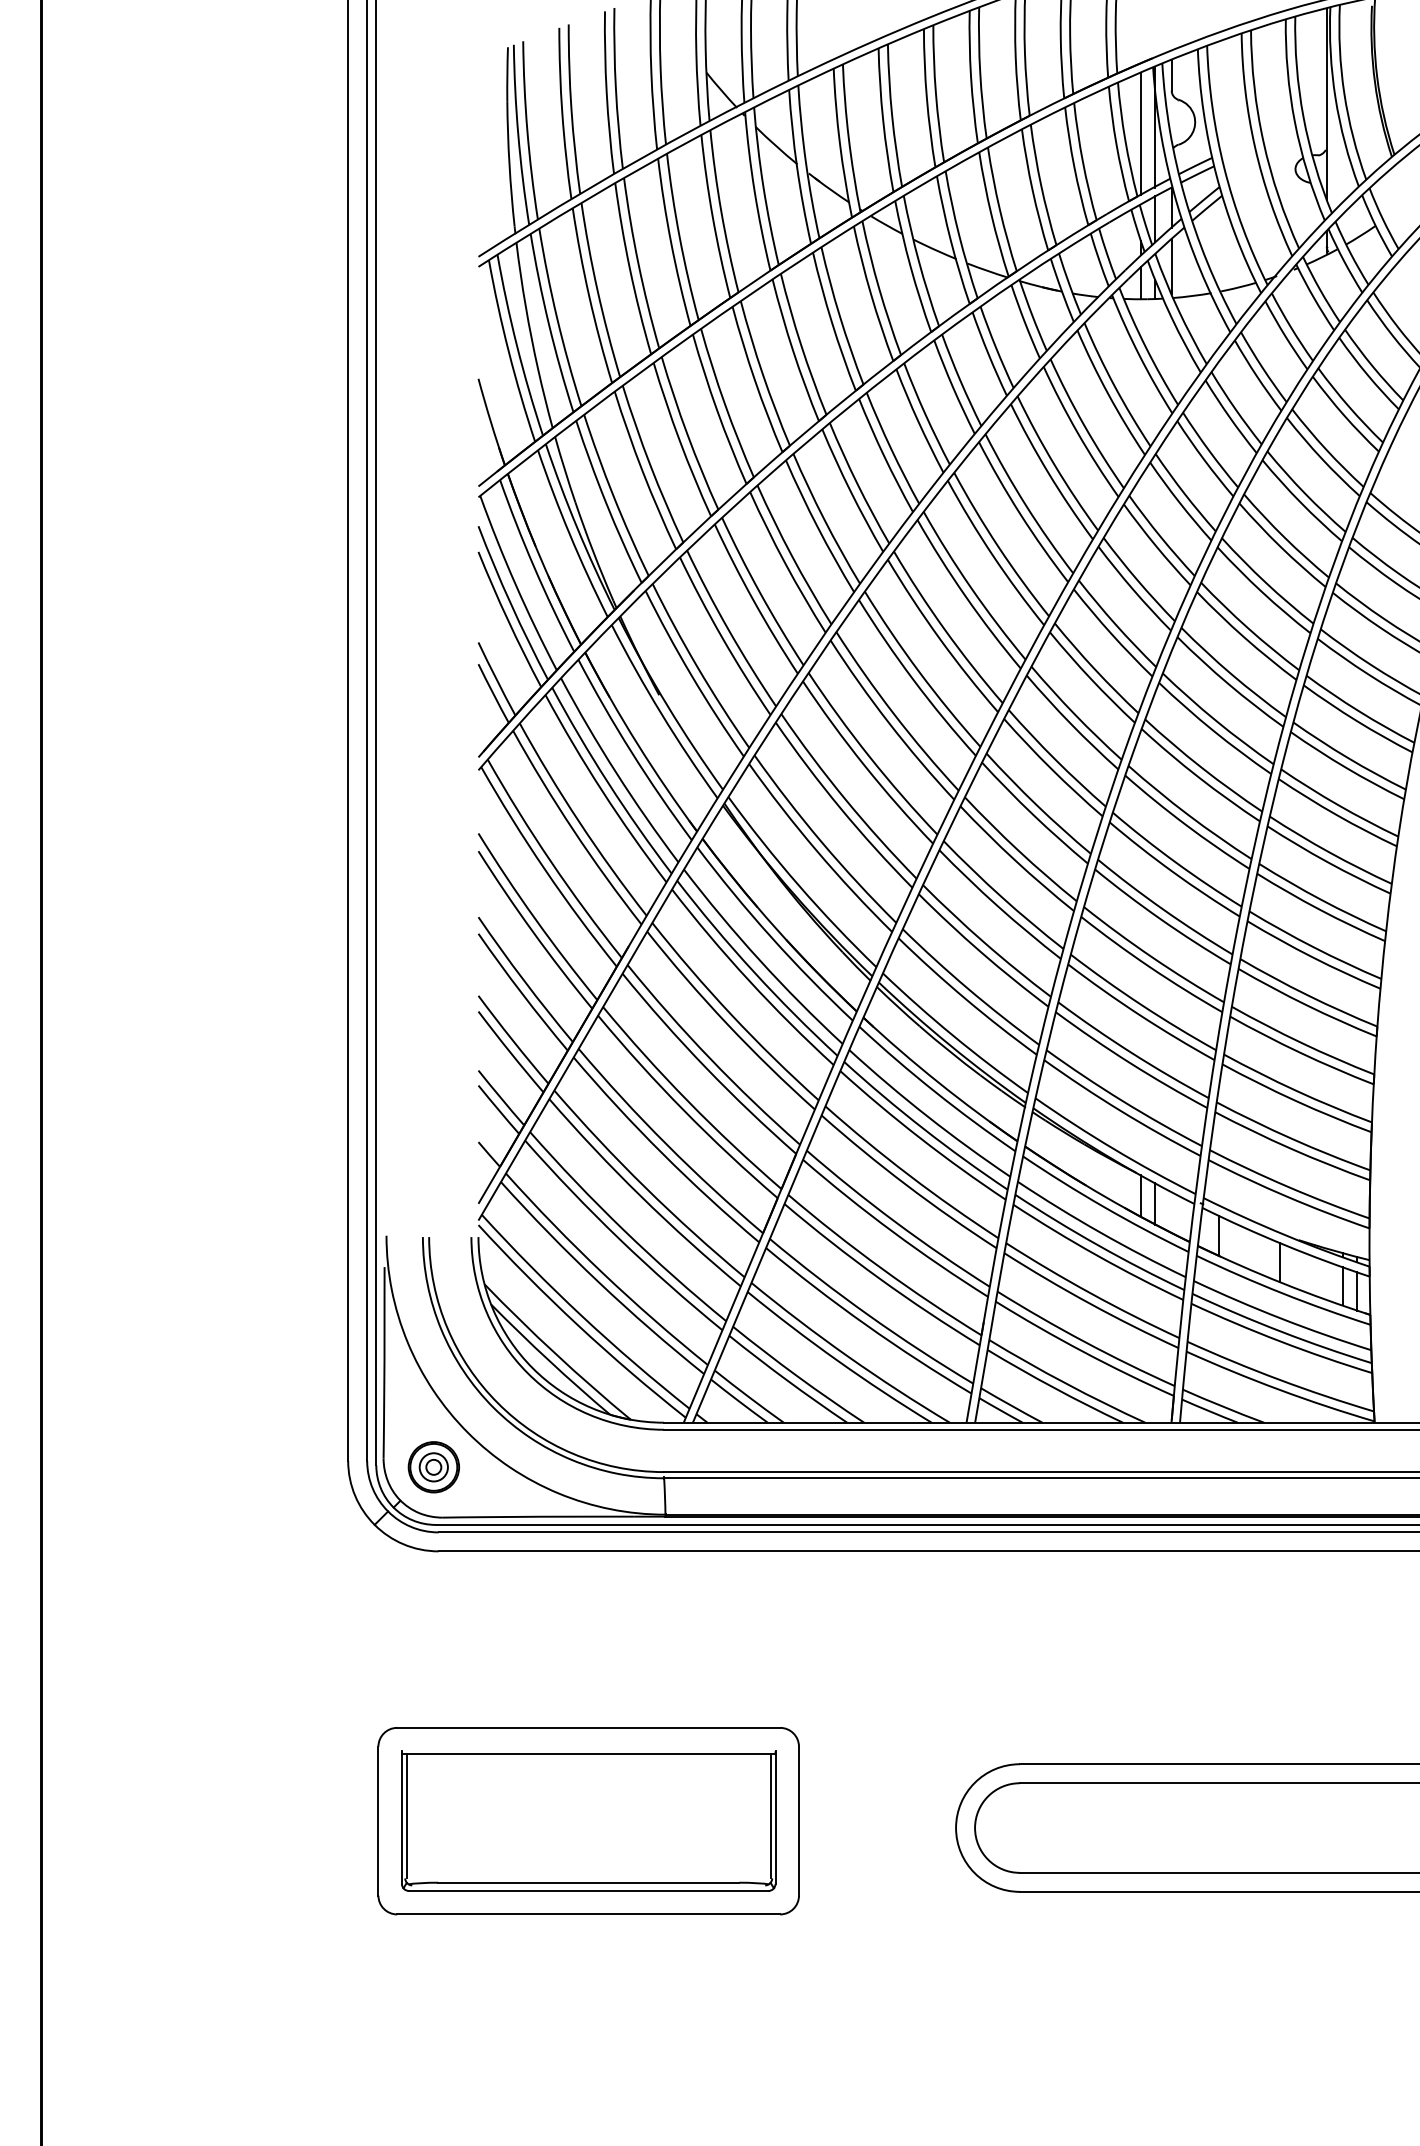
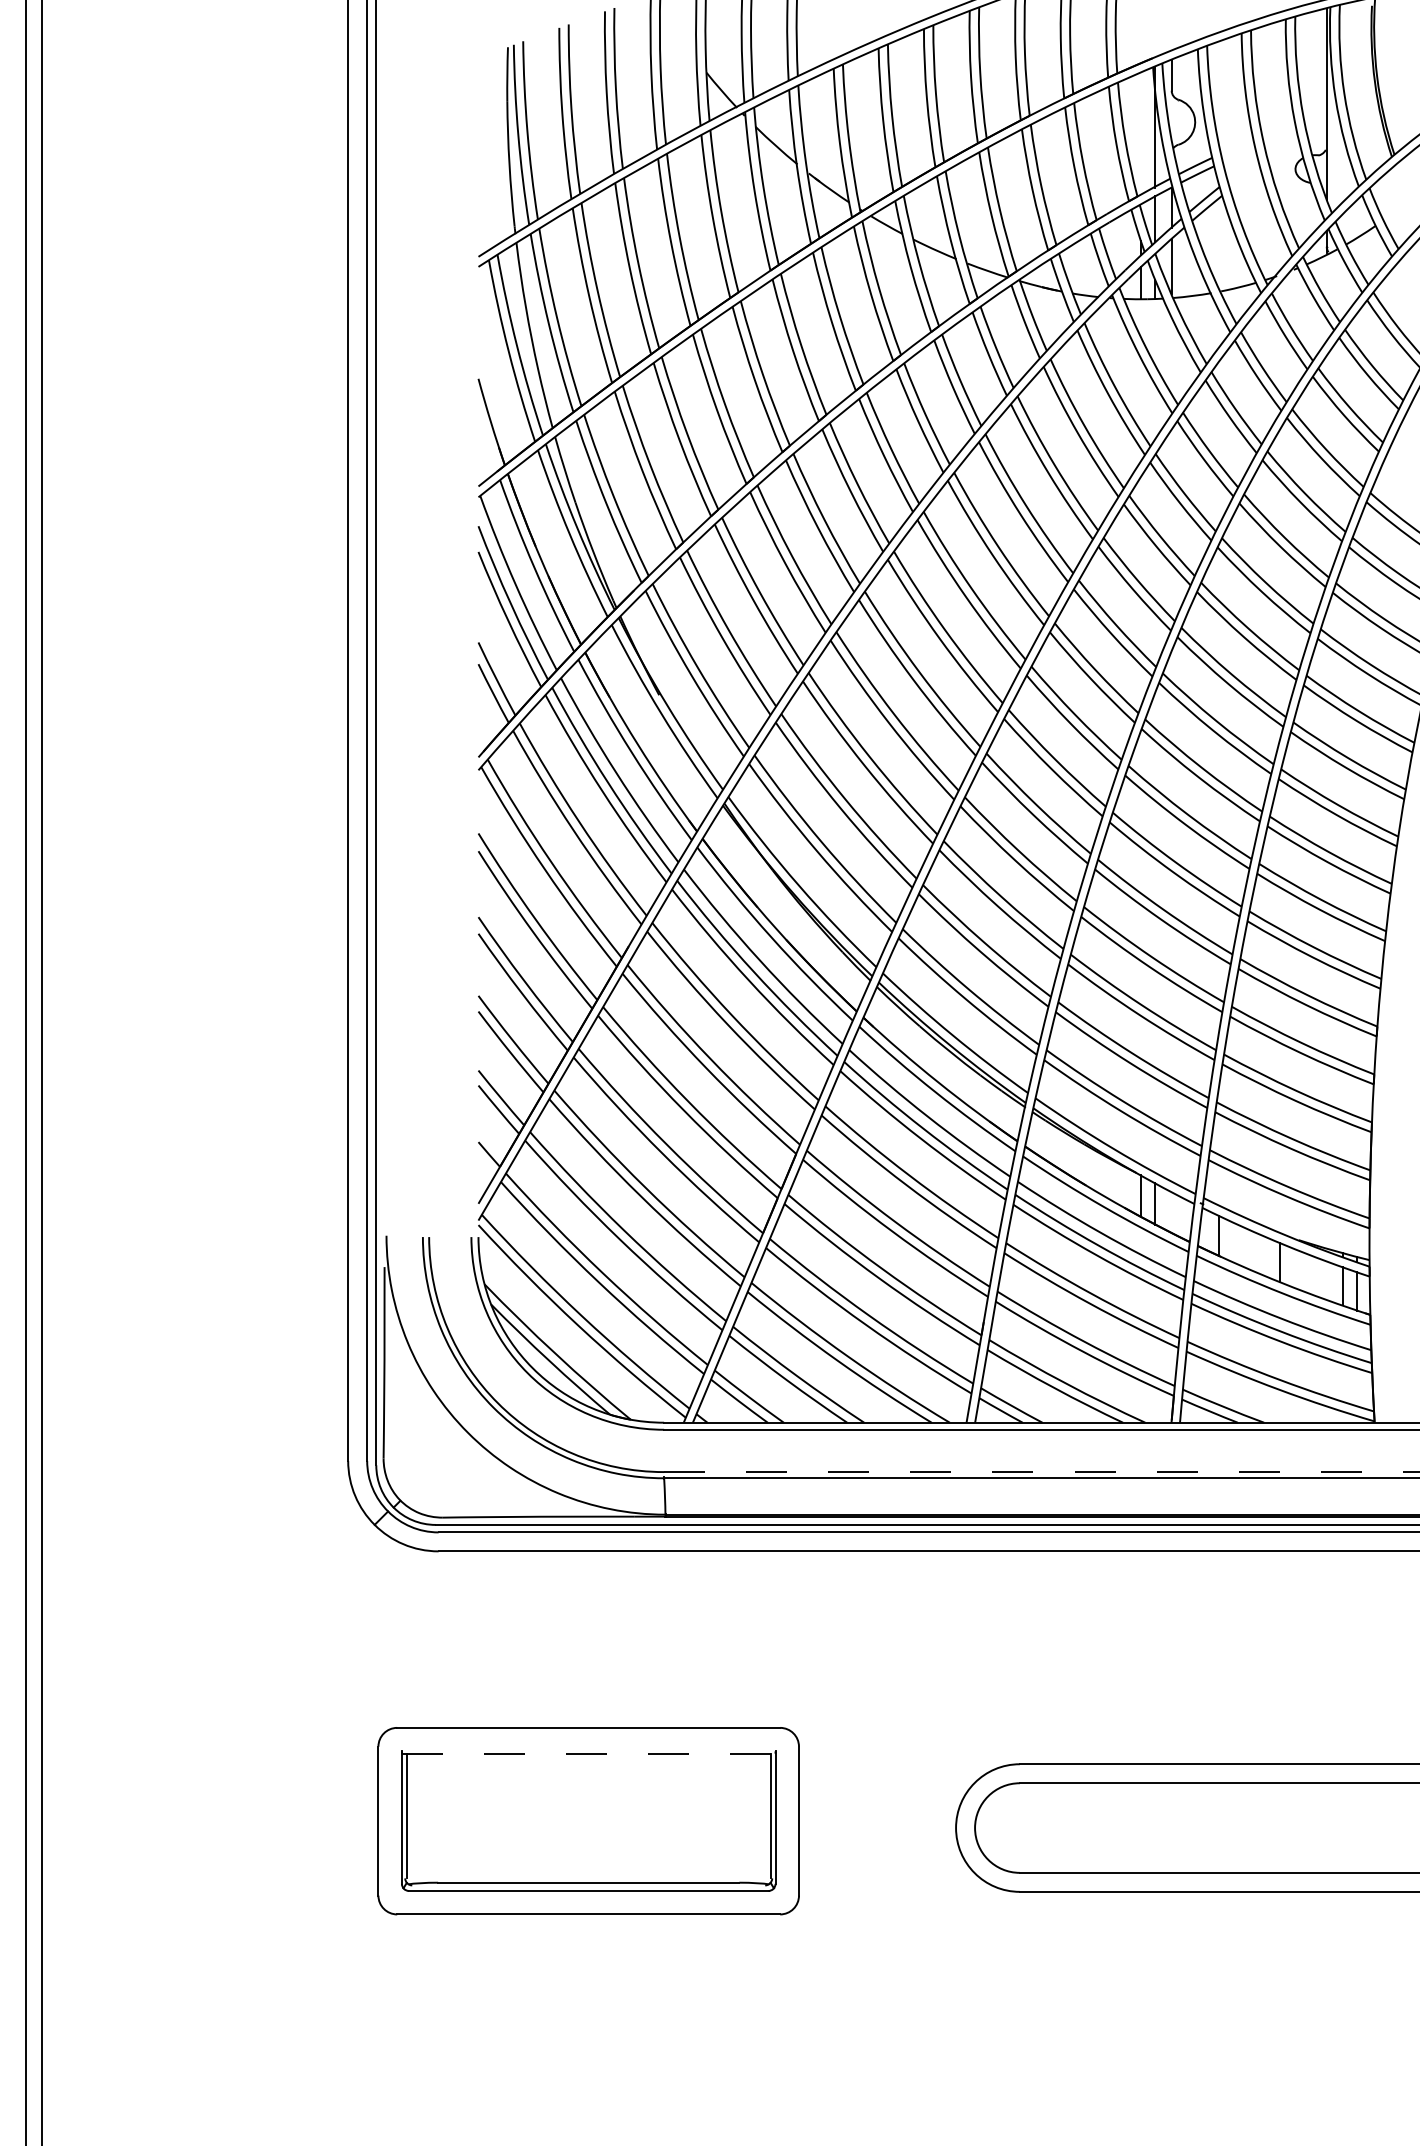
line at (1141, 133): present -> none
line at (41, 1072) position: (41, 1072) -> (26, 1072)
part at (433, 1467): present -> none
line at (1042, 1472): solid -> dashed
line at (588, 1753): solid -> dashed
